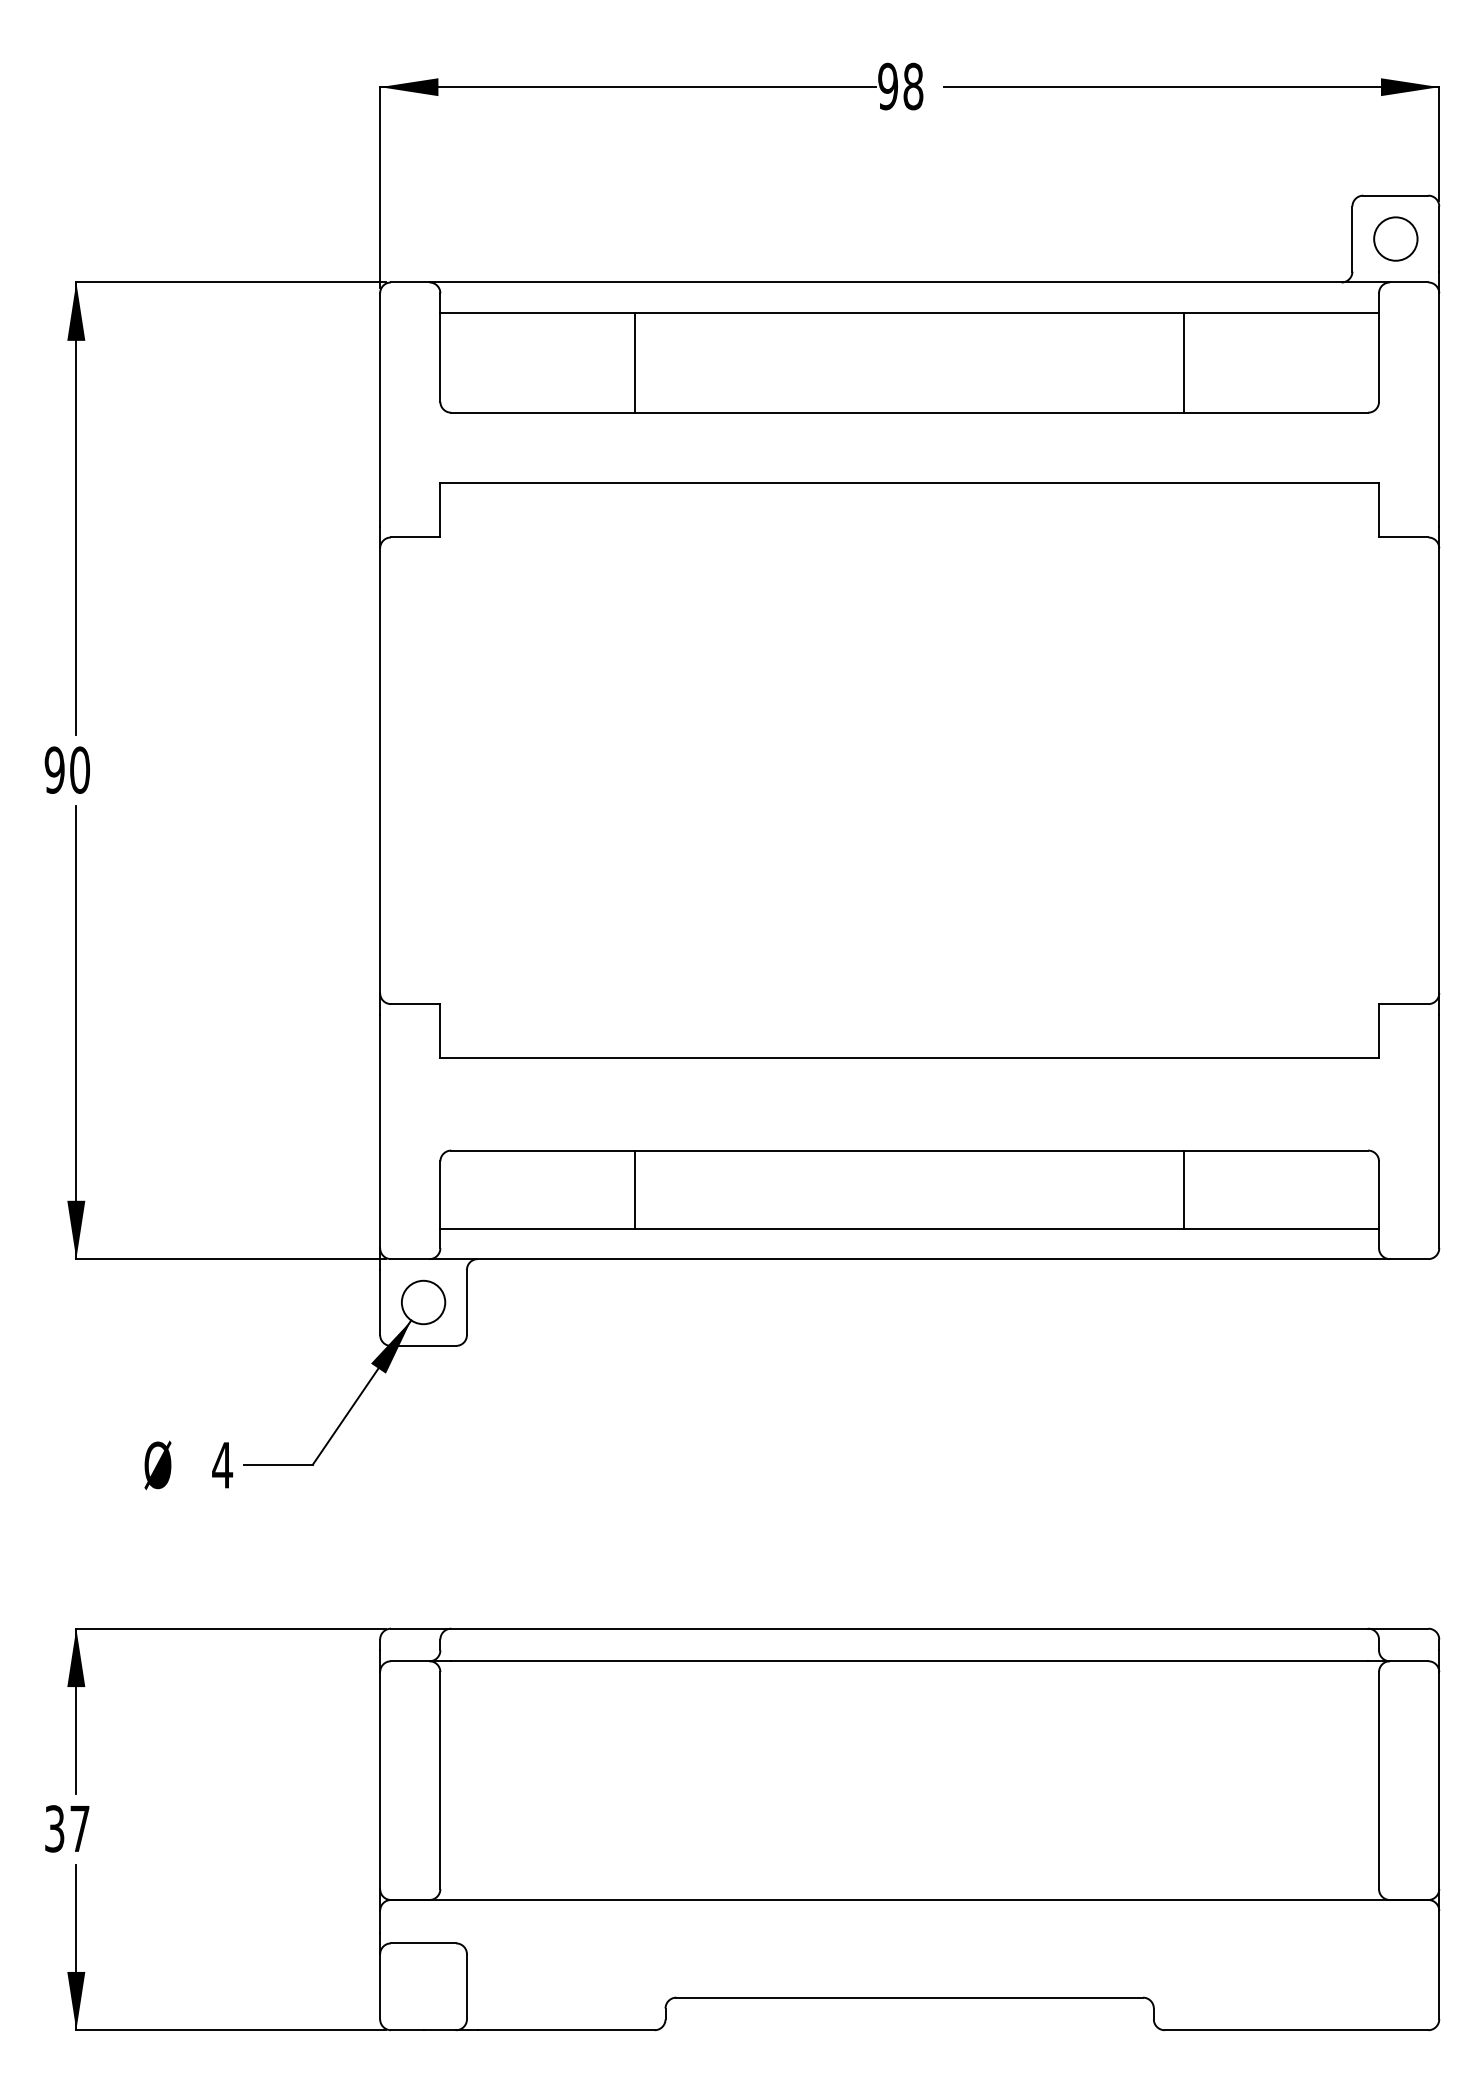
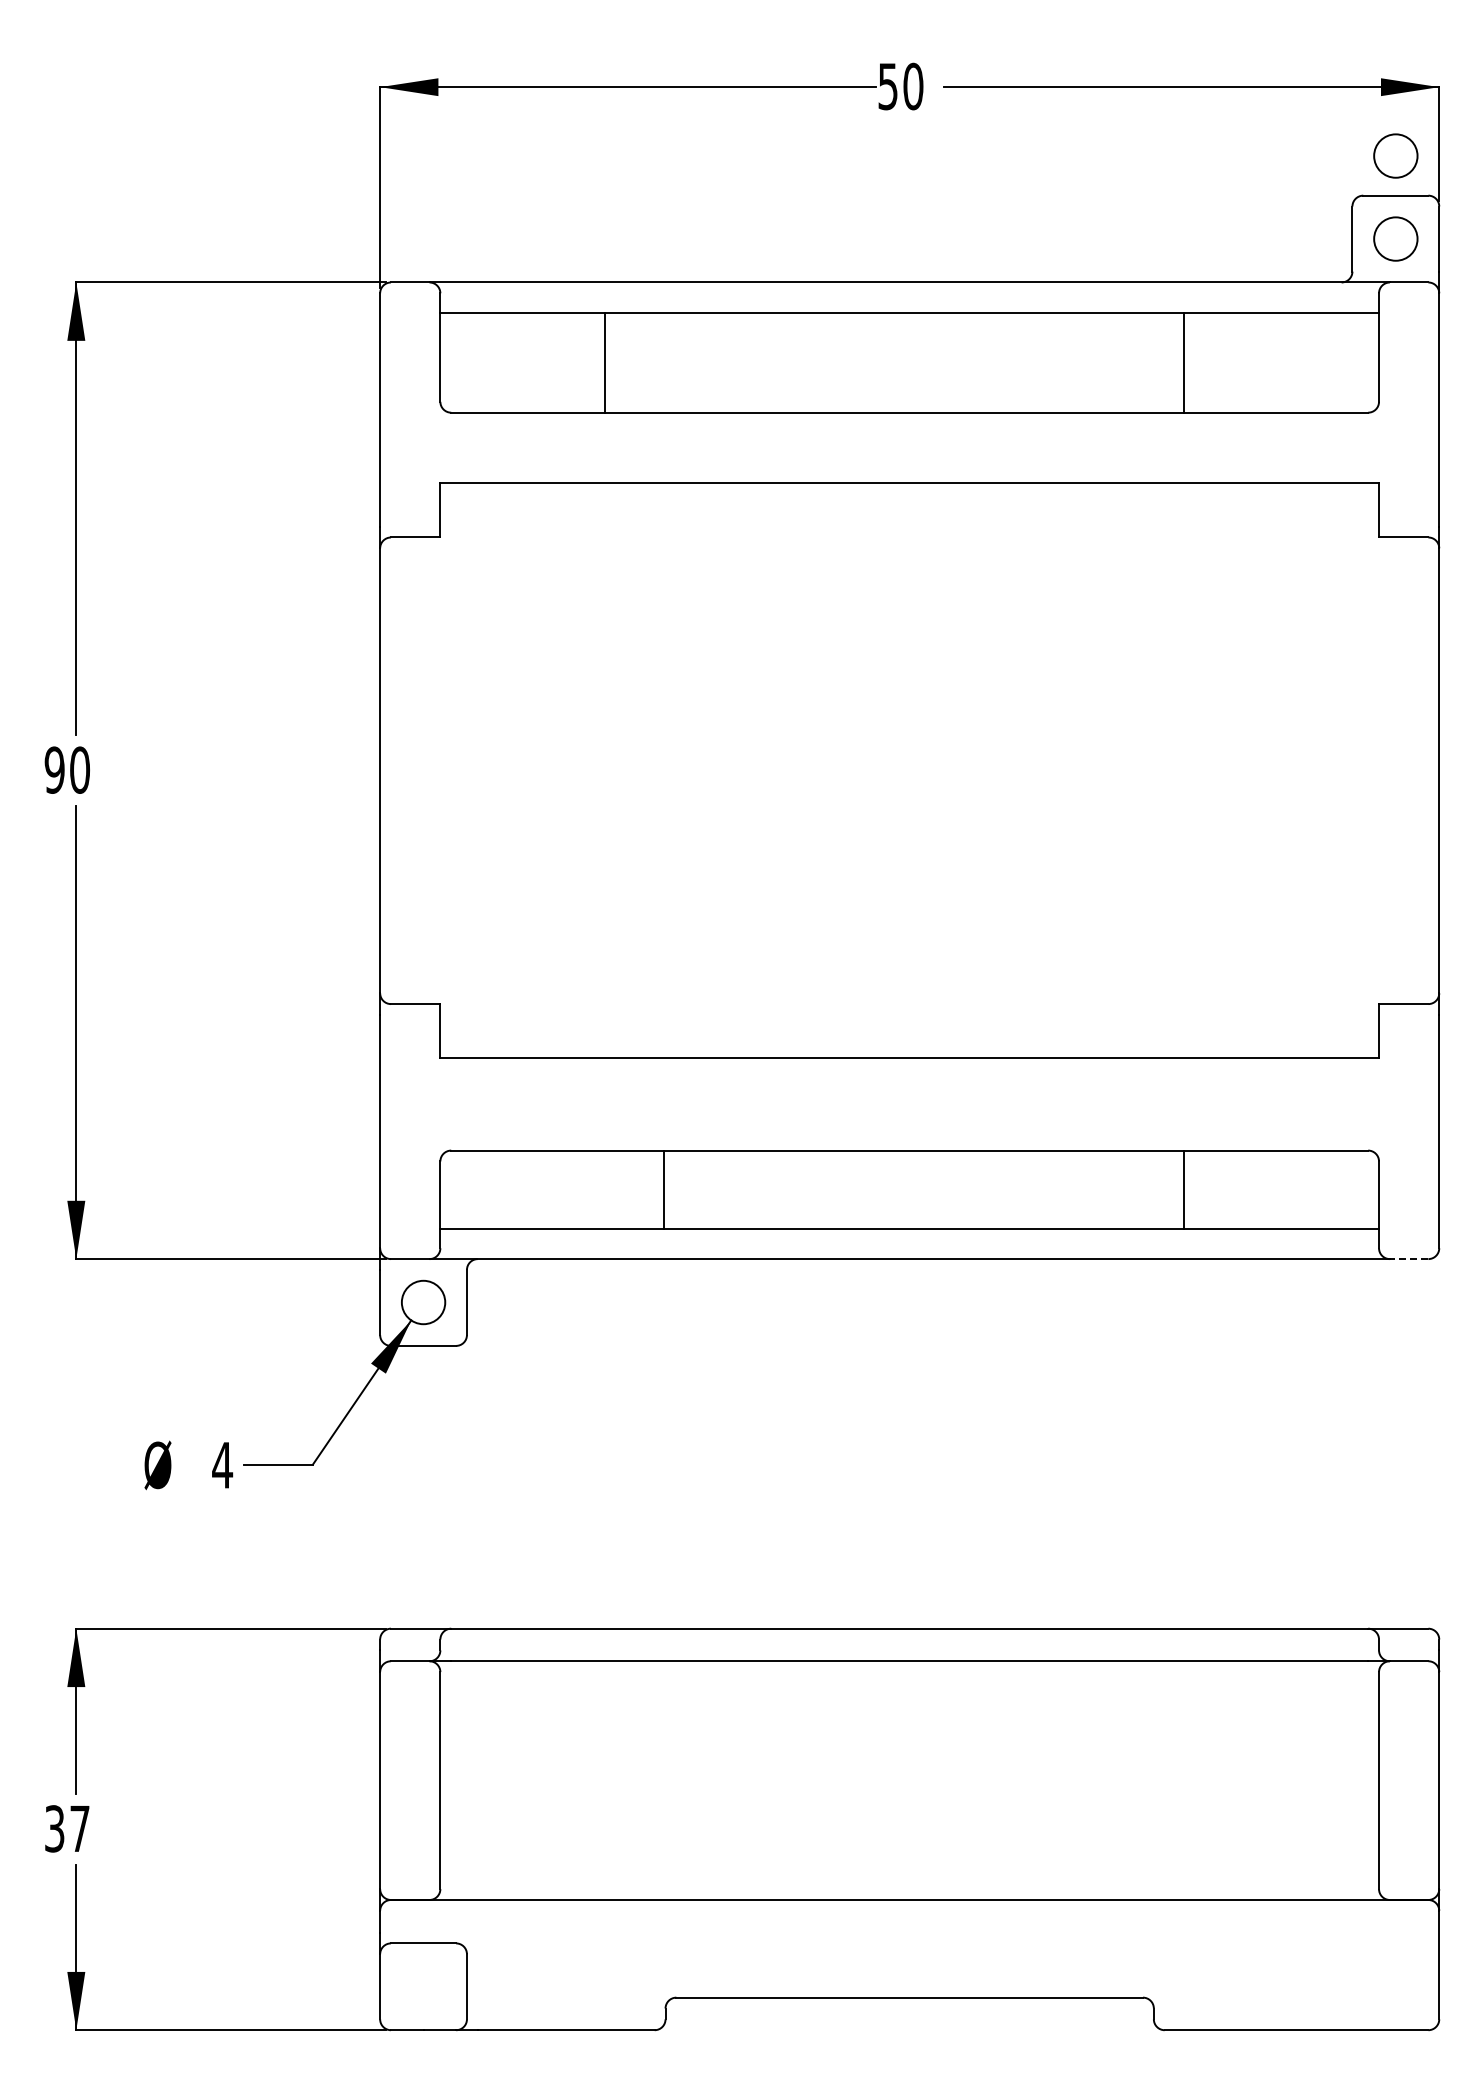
text at (900, 86): 98 -> 50
circle at (1395, 155): none -> present
line at (635, 362) position: (635, 362) -> (605, 362)
line at (635, 1189) position: (635, 1189) -> (664, 1189)
line at (1408, 1259): solid -> dashed
